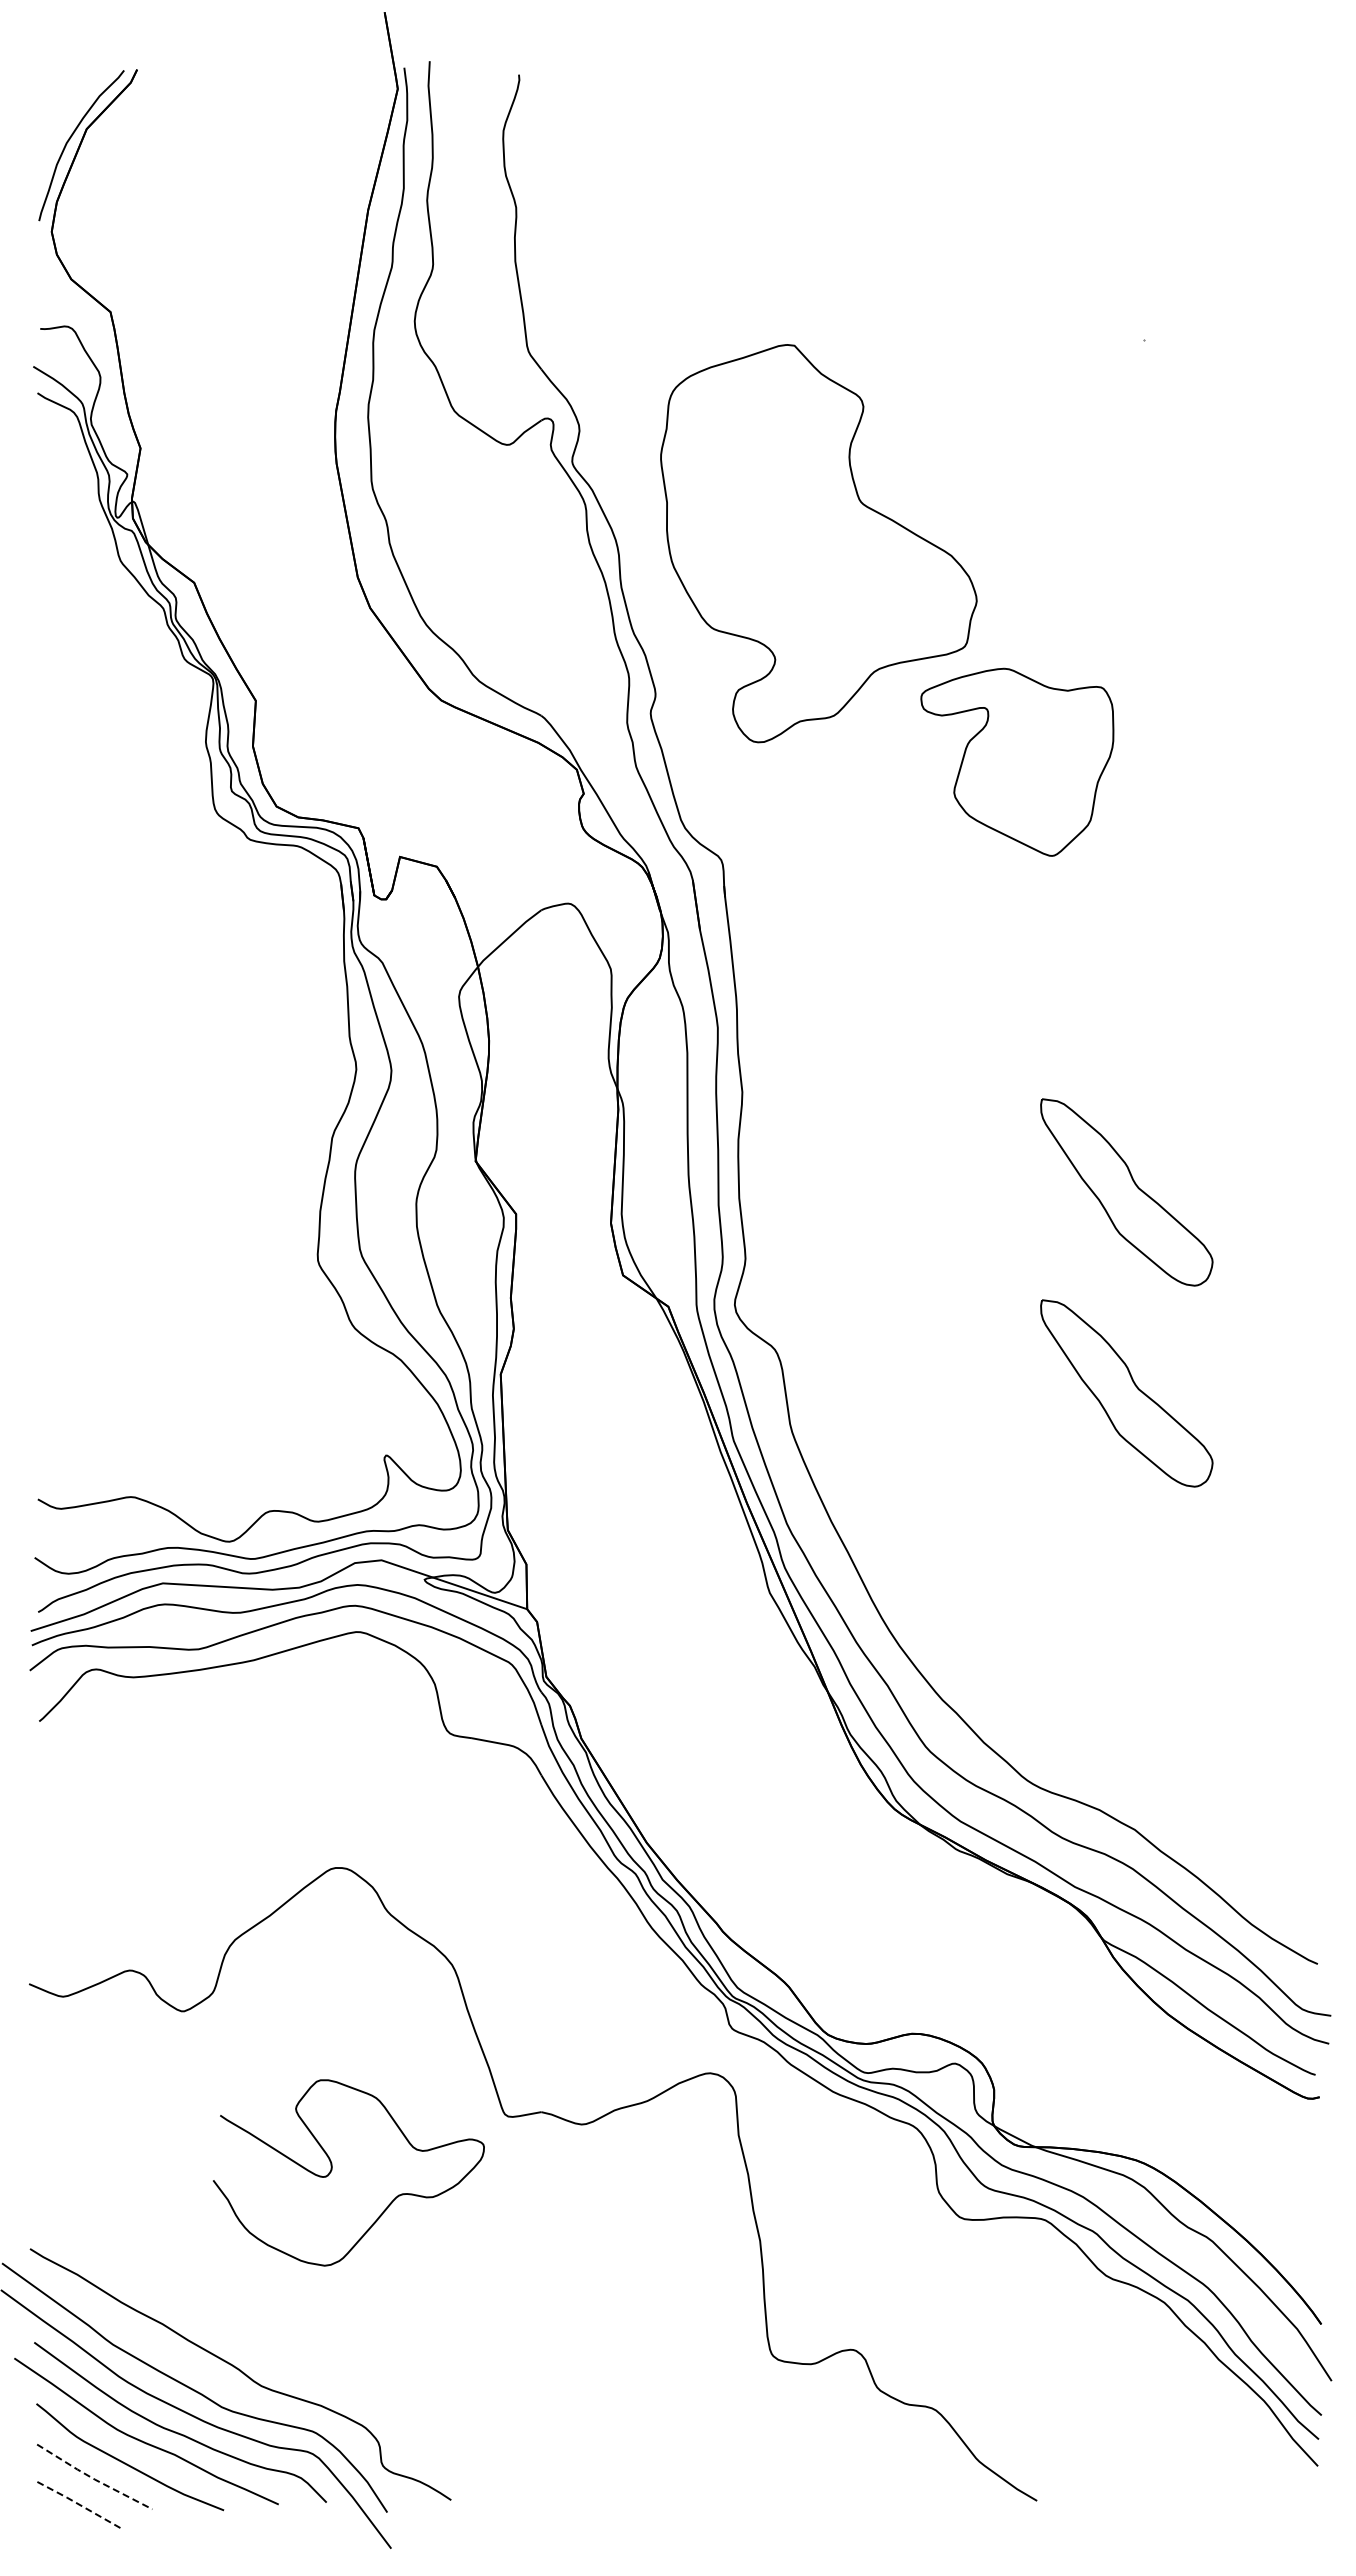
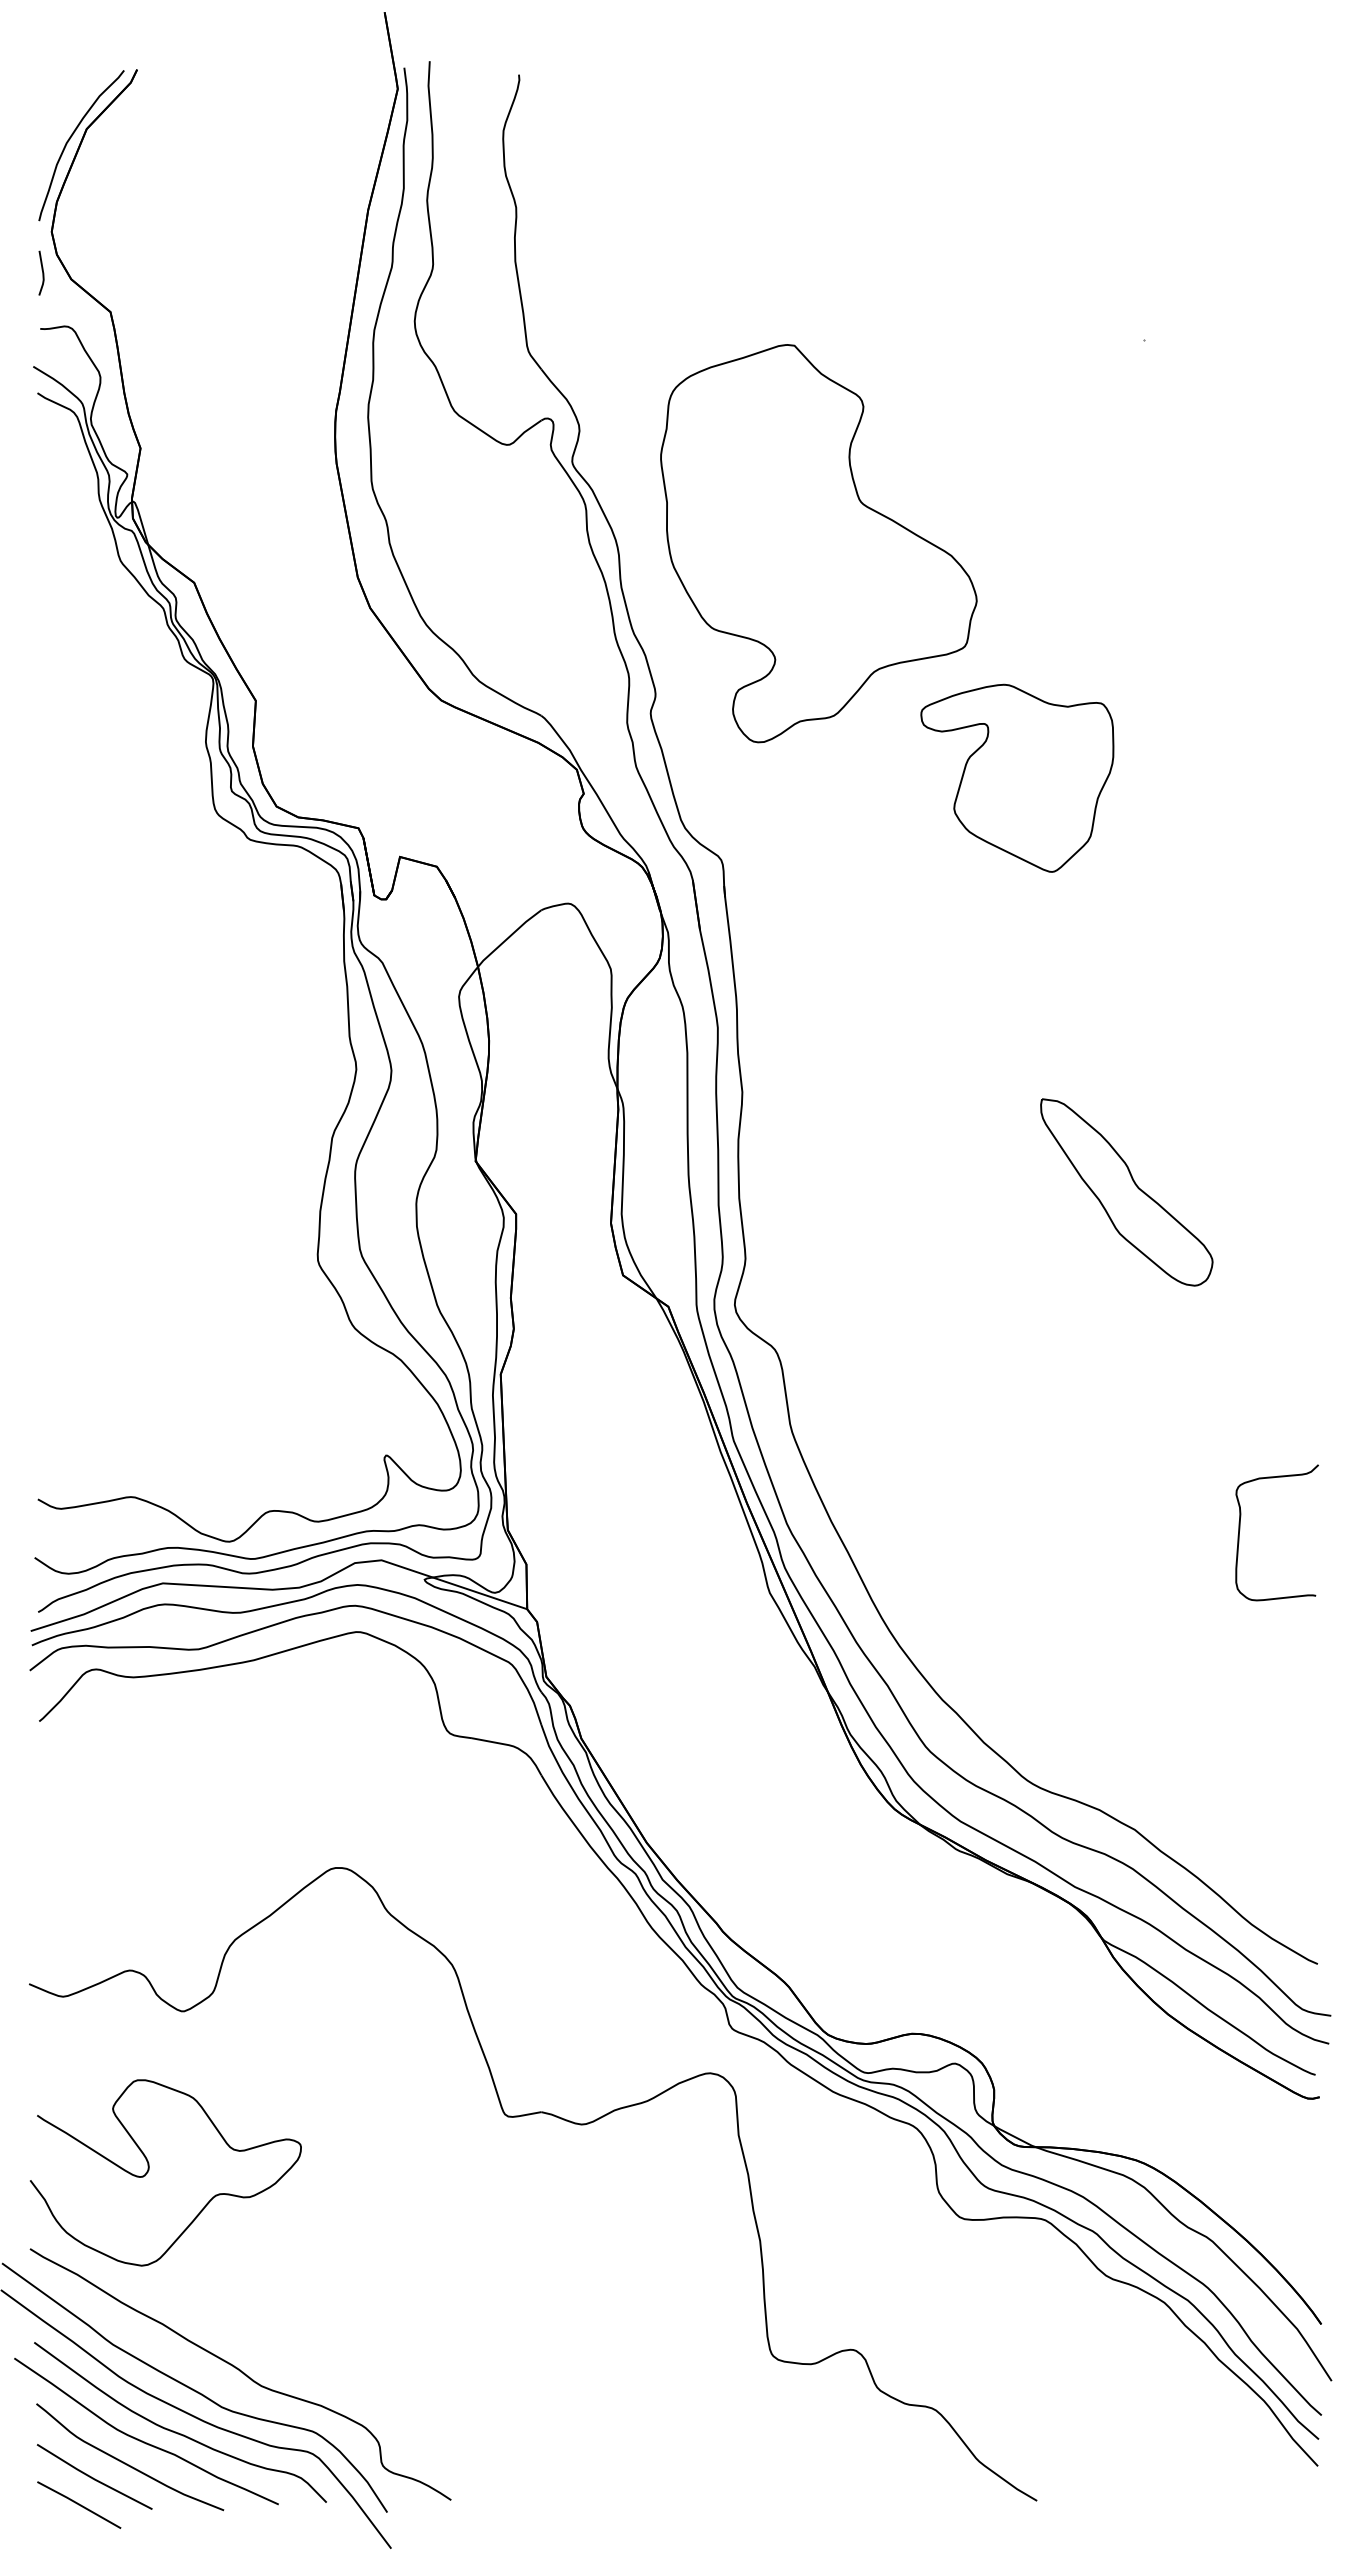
line at (42, 272): none -> present
part at (1017, 761) position: (1017, 761) -> (1017, 777)
part at (1126, 1393): present -> none
curve at (1240, 1530): none -> present
curve at (332, 2170) position: (332, 2170) -> (149, 2170)
line at (93, 2478): dashed -> solid
line at (79, 2504): dashed -> solid
